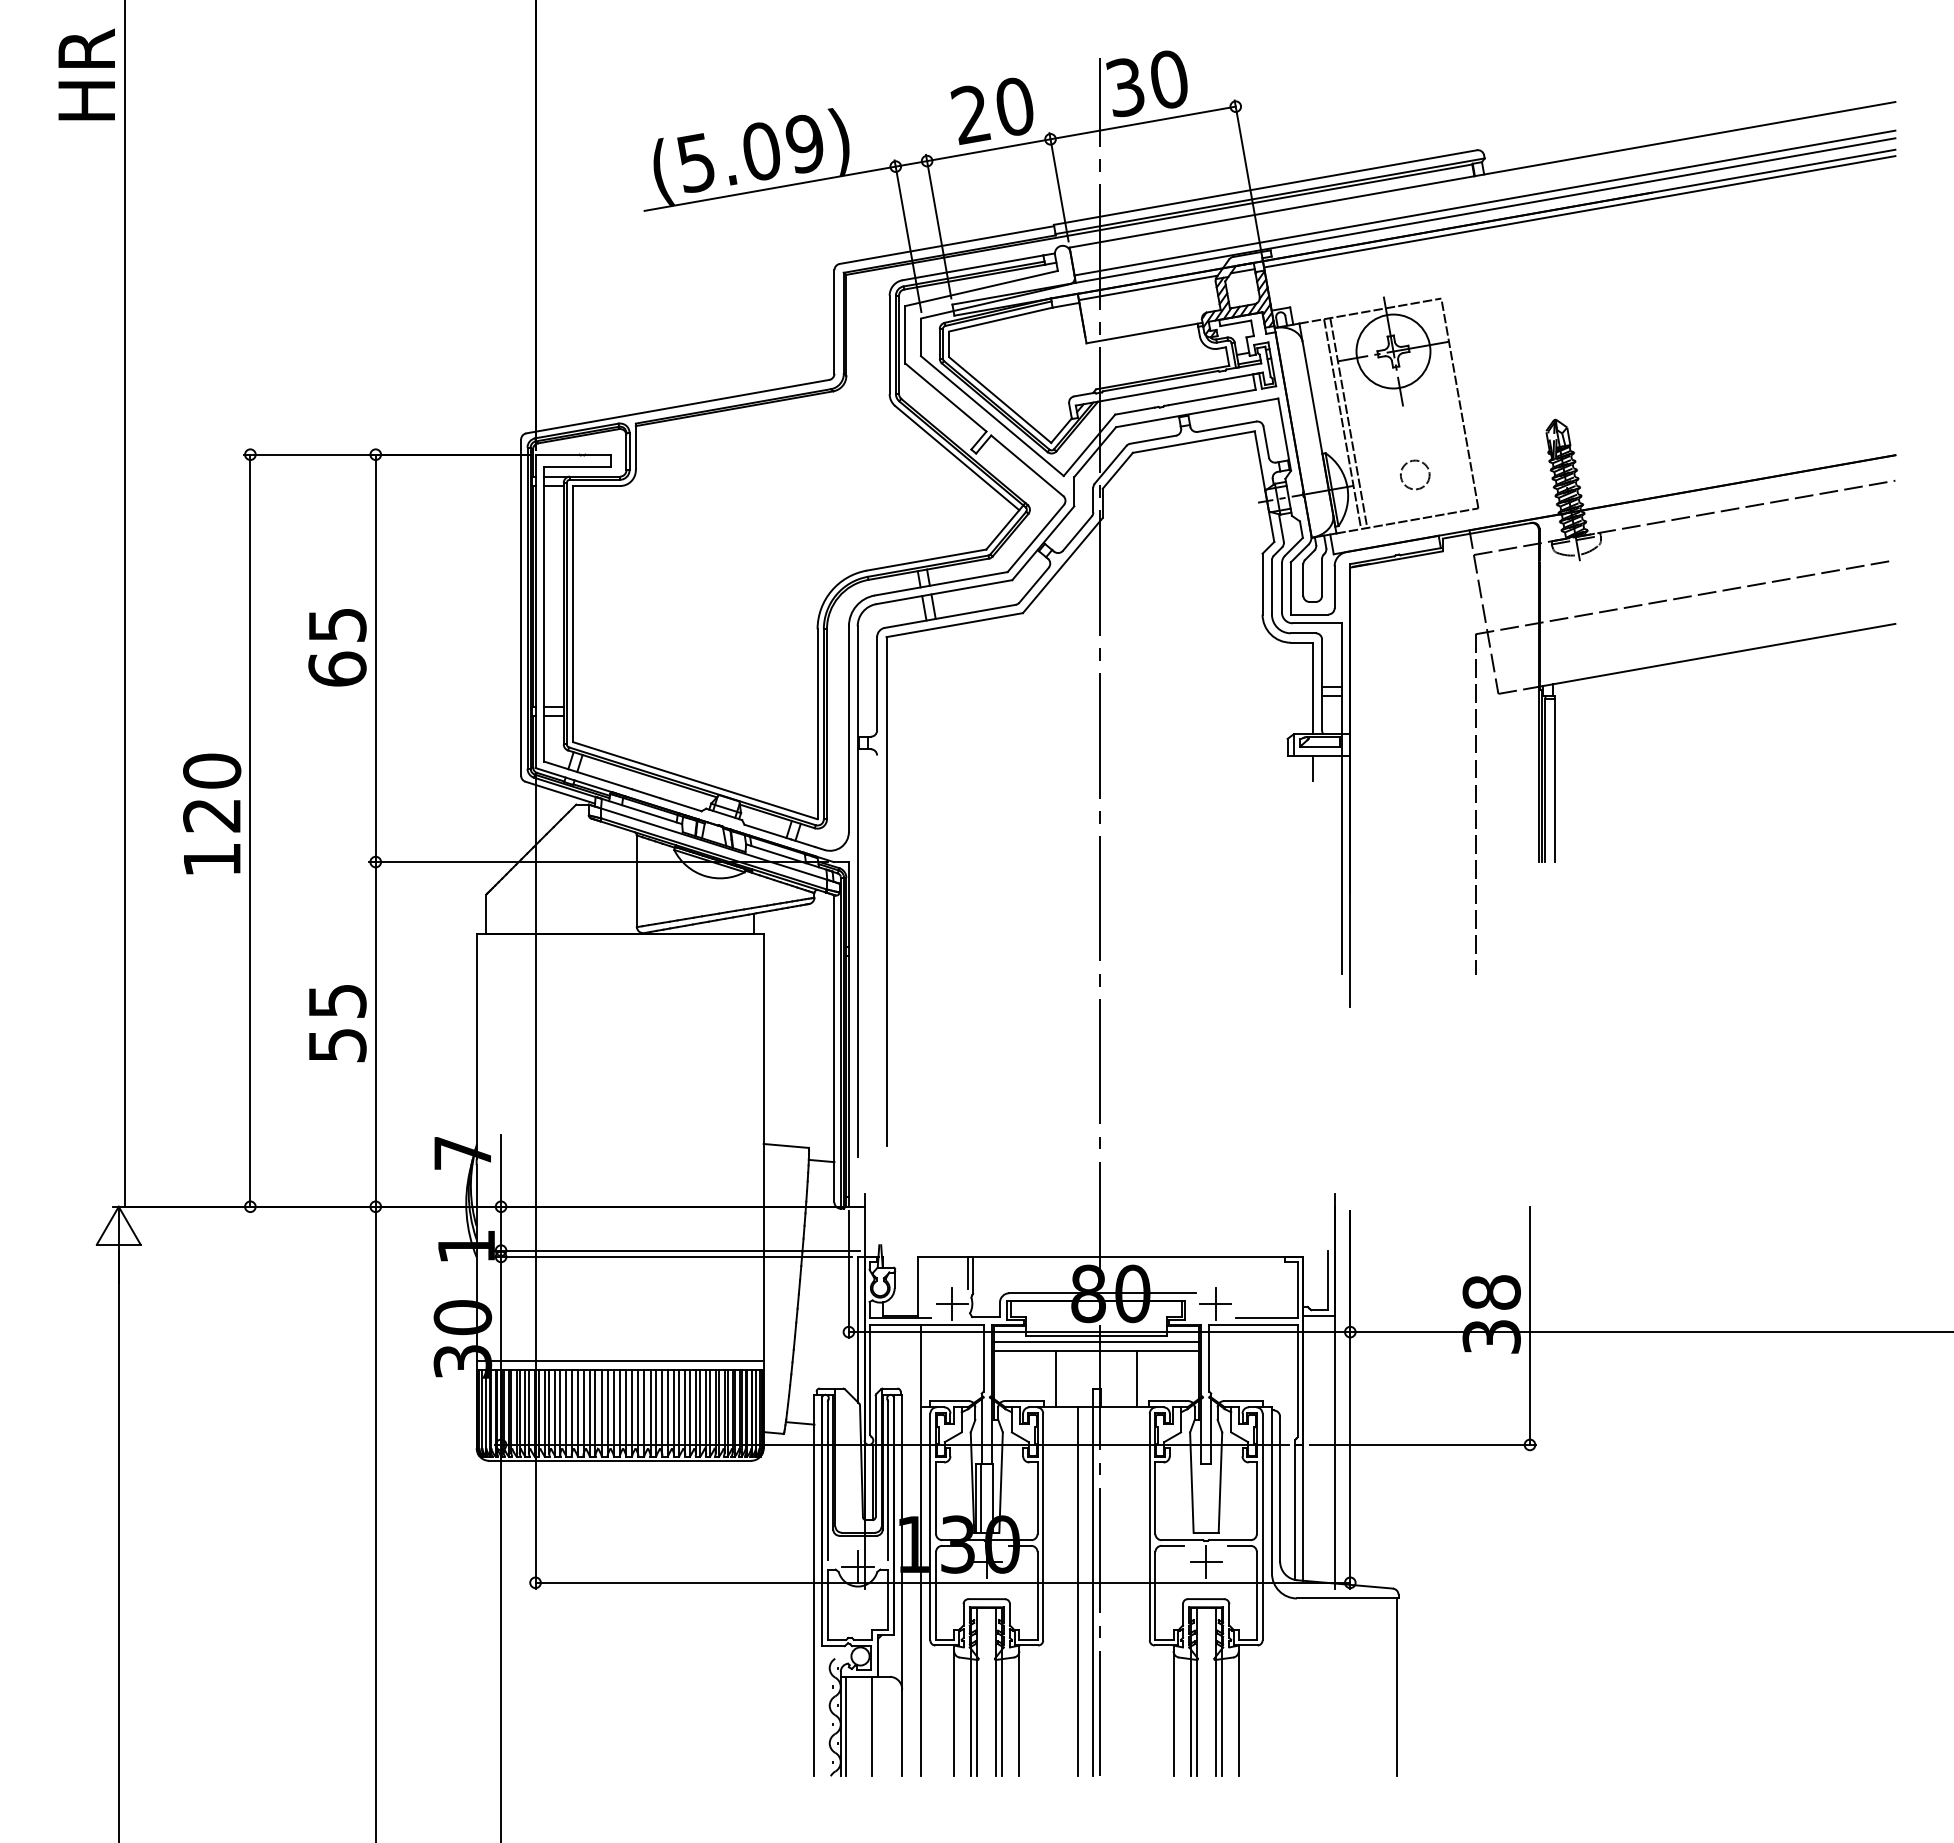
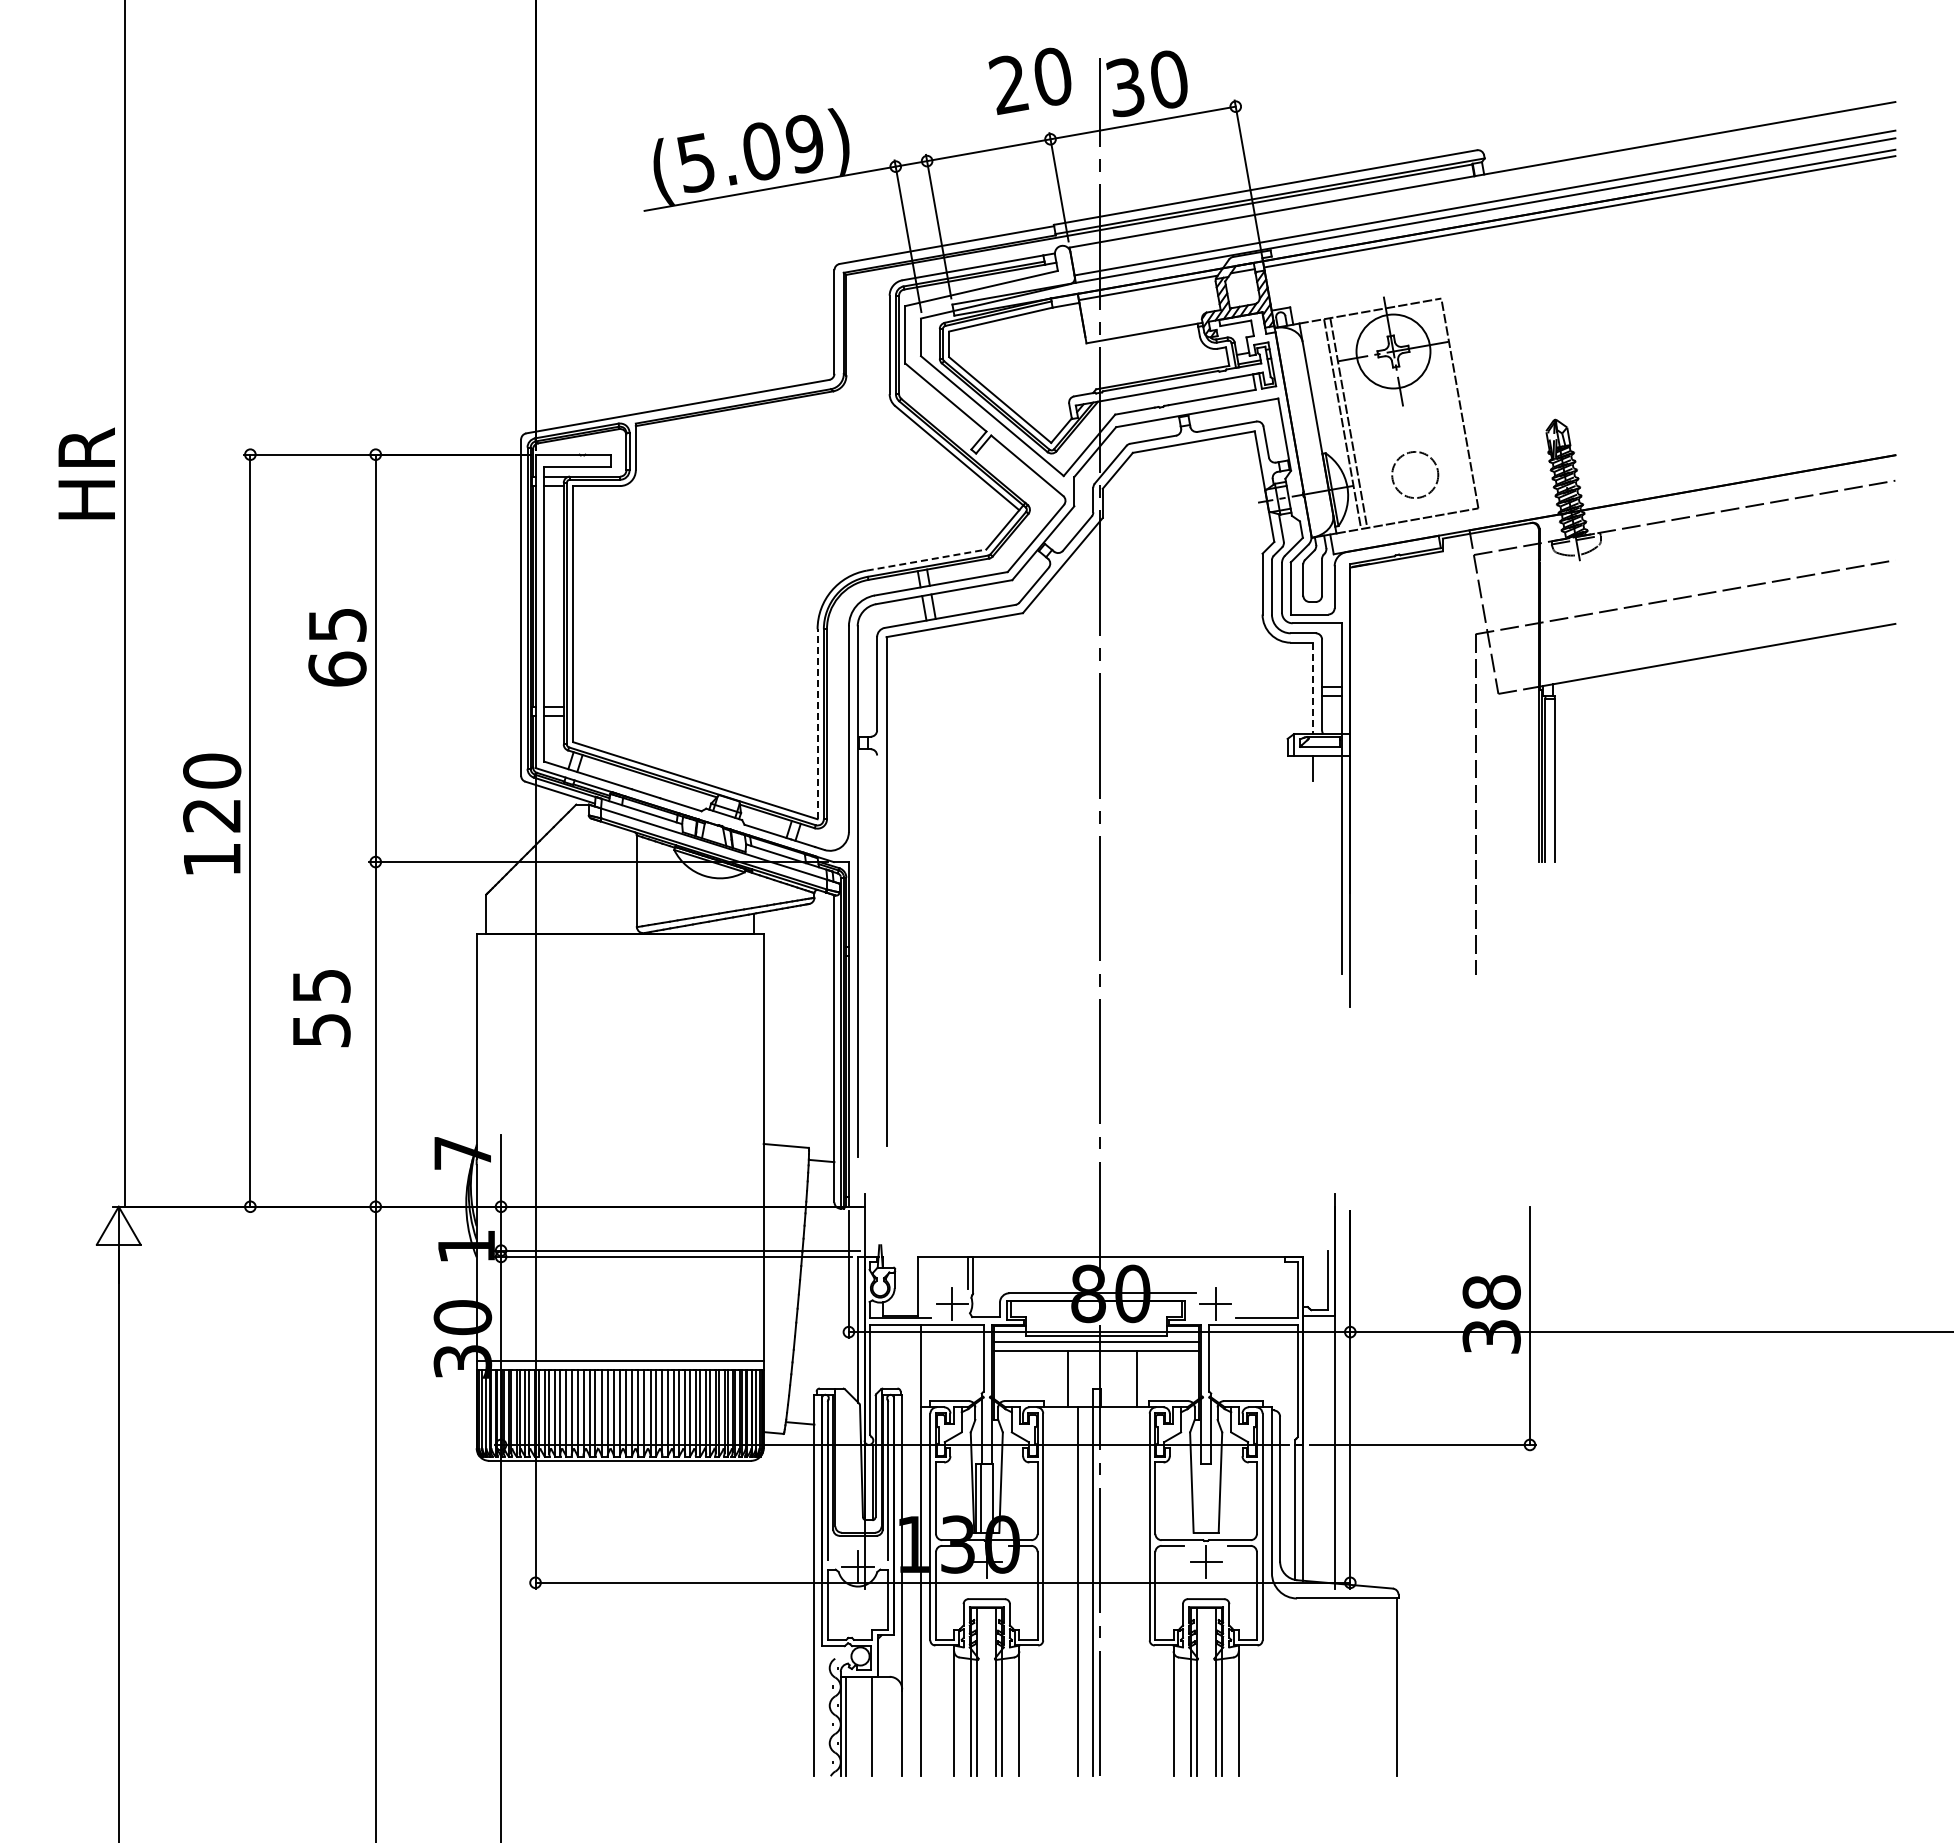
text at (86, 74) position: (86, 74) -> (86, 473)
text at (991, 110) position: (991, 110) -> (1029, 80)
circle at (1414, 474) diameter: 29 px -> 46 px
line at (926, 560): solid -> dashed
line at (1312, 688): solid -> dashed
line at (817, 724): solid -> dashed
text at (337, 1023) position: (337, 1023) -> (321, 1008)
line at (1056, 1378) position: (1056, 1378) -> (1068, 1378)
